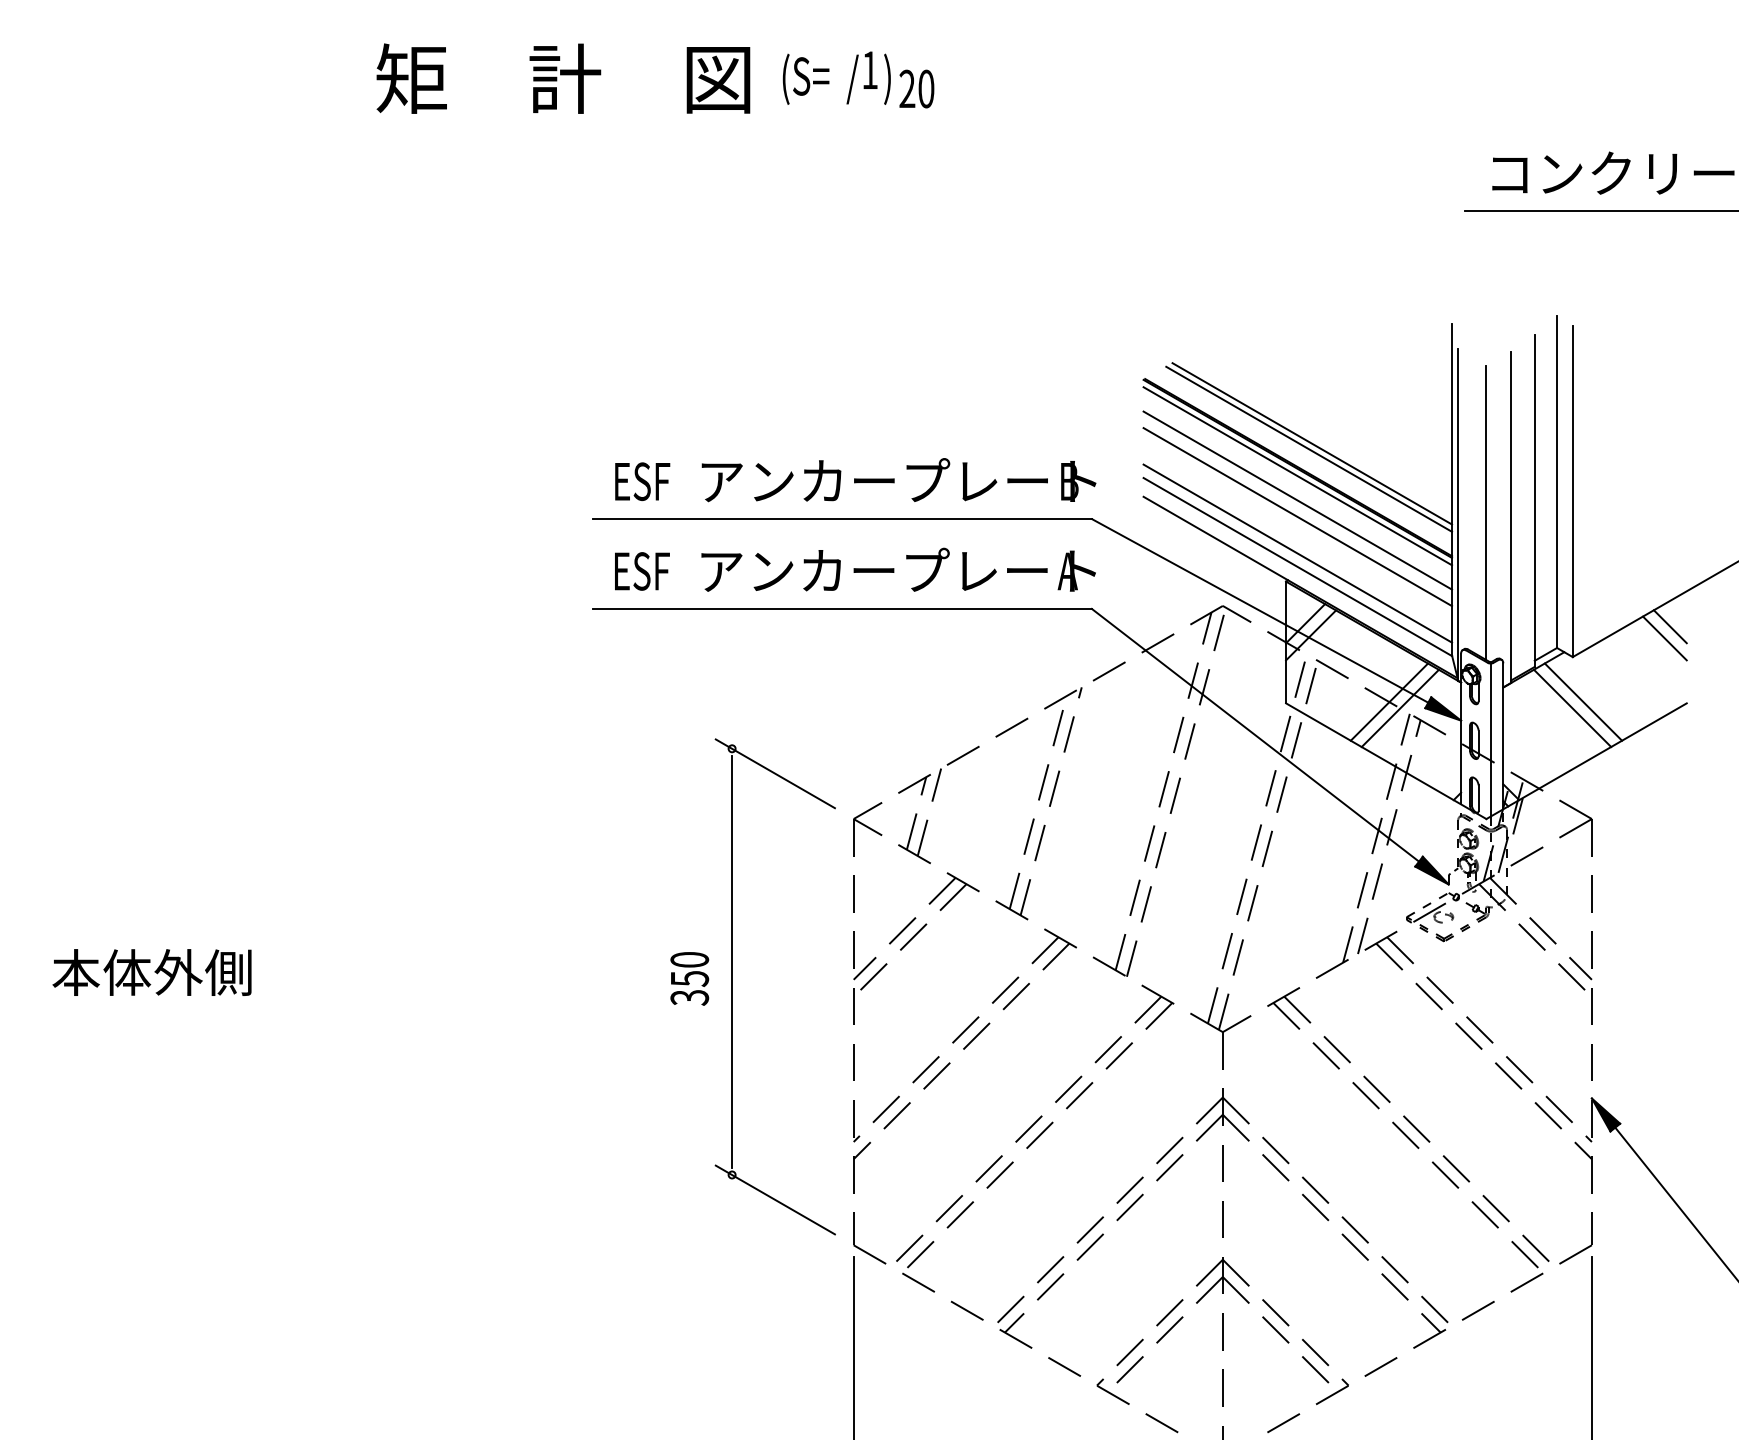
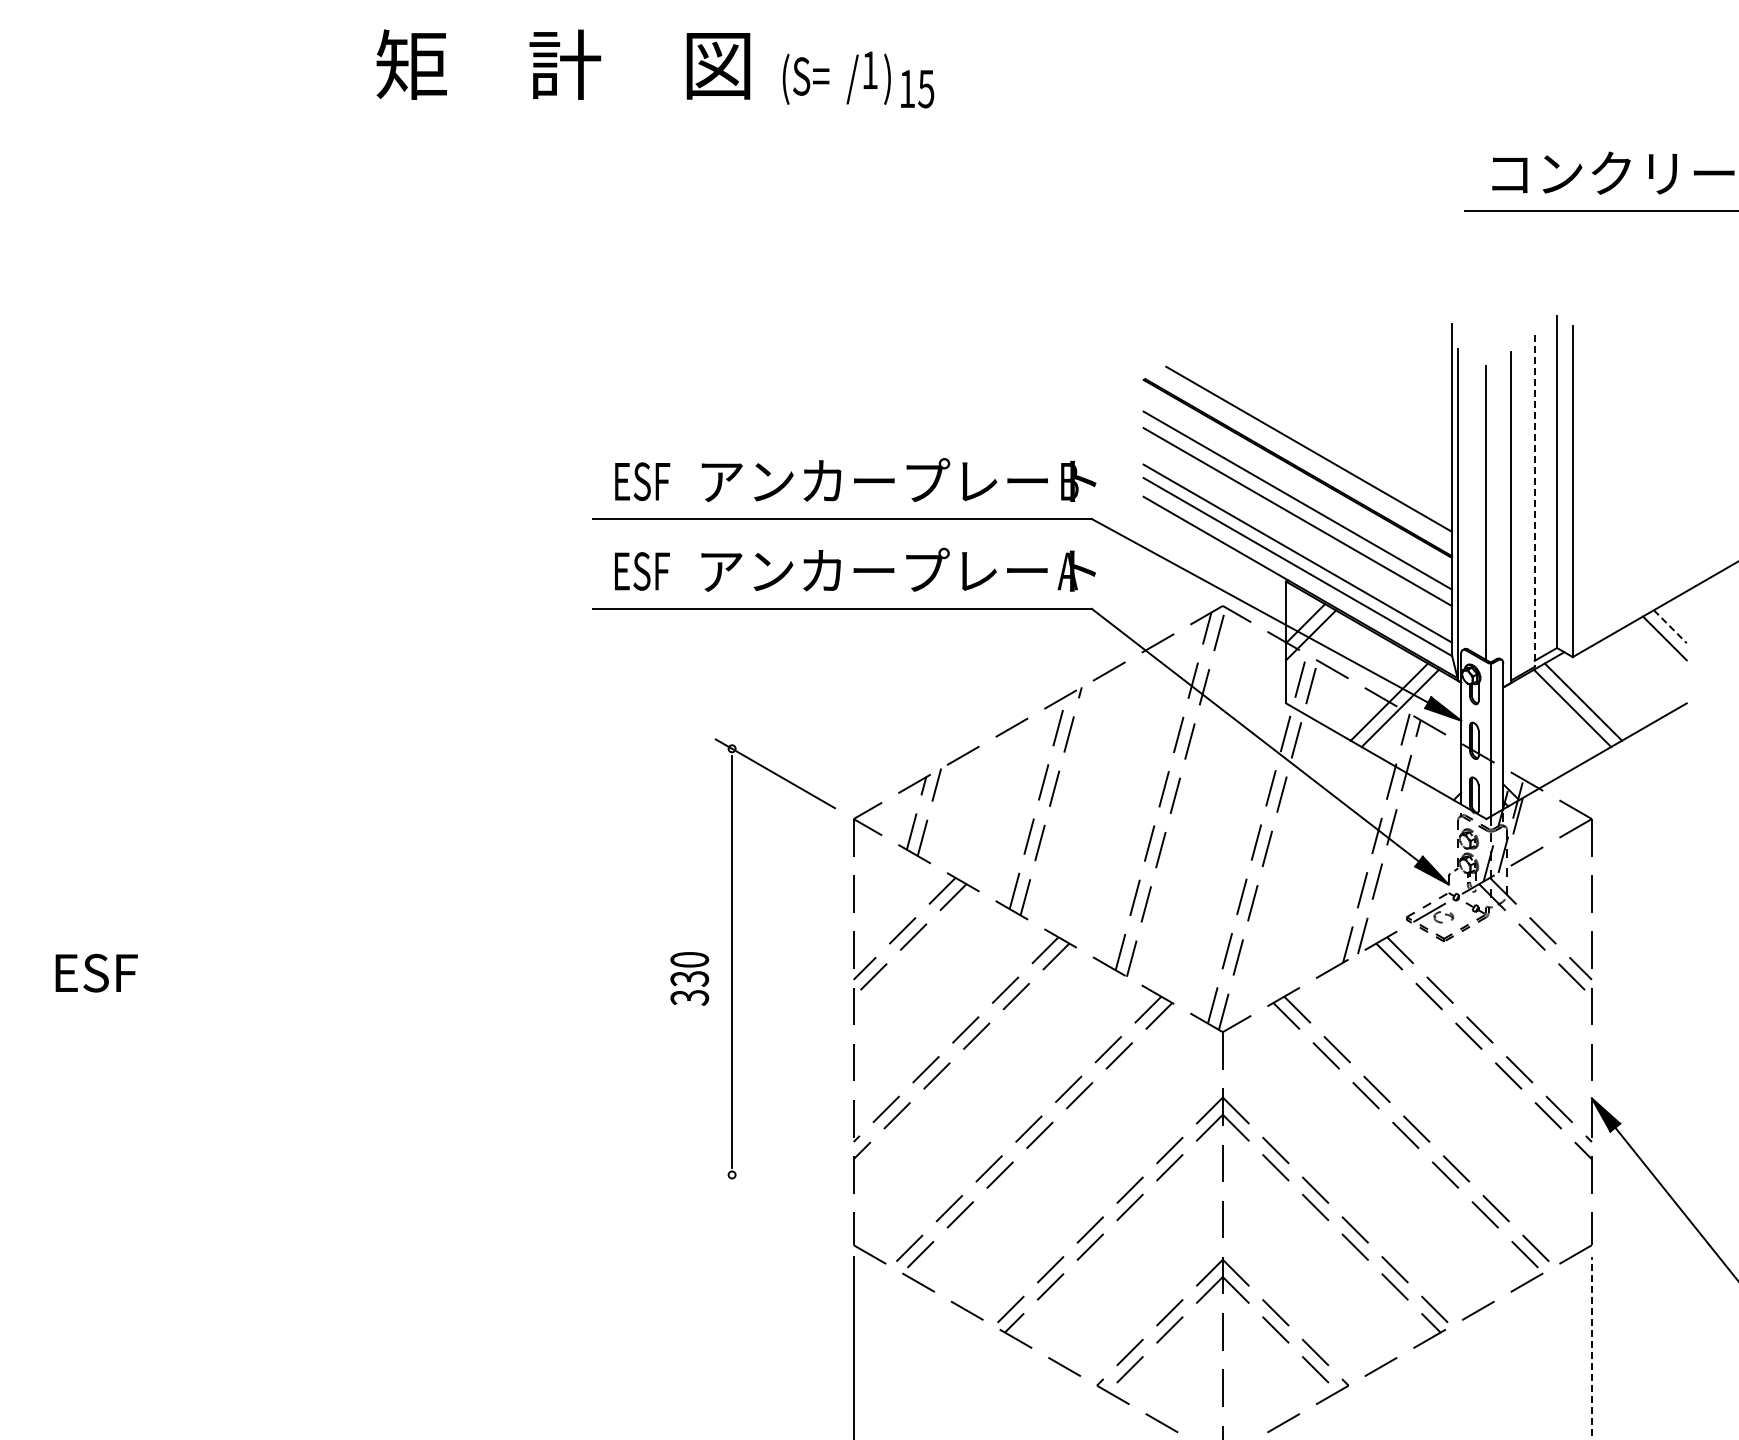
text at (563, 78) position: (563, 78) -> (563, 64)
text at (916, 88): 20 -> 15
line at (1312, 443): present -> none
line at (1297, 476): present -> none
line at (1534, 501): solid -> dashed
line at (1670, 627): solid -> dashed
text at (151, 972): 本体外側 -> ESF
text at (689, 978): 350 -> 330
line at (774, 1199): present -> none
line at (1591, 1347): solid -> dashed
